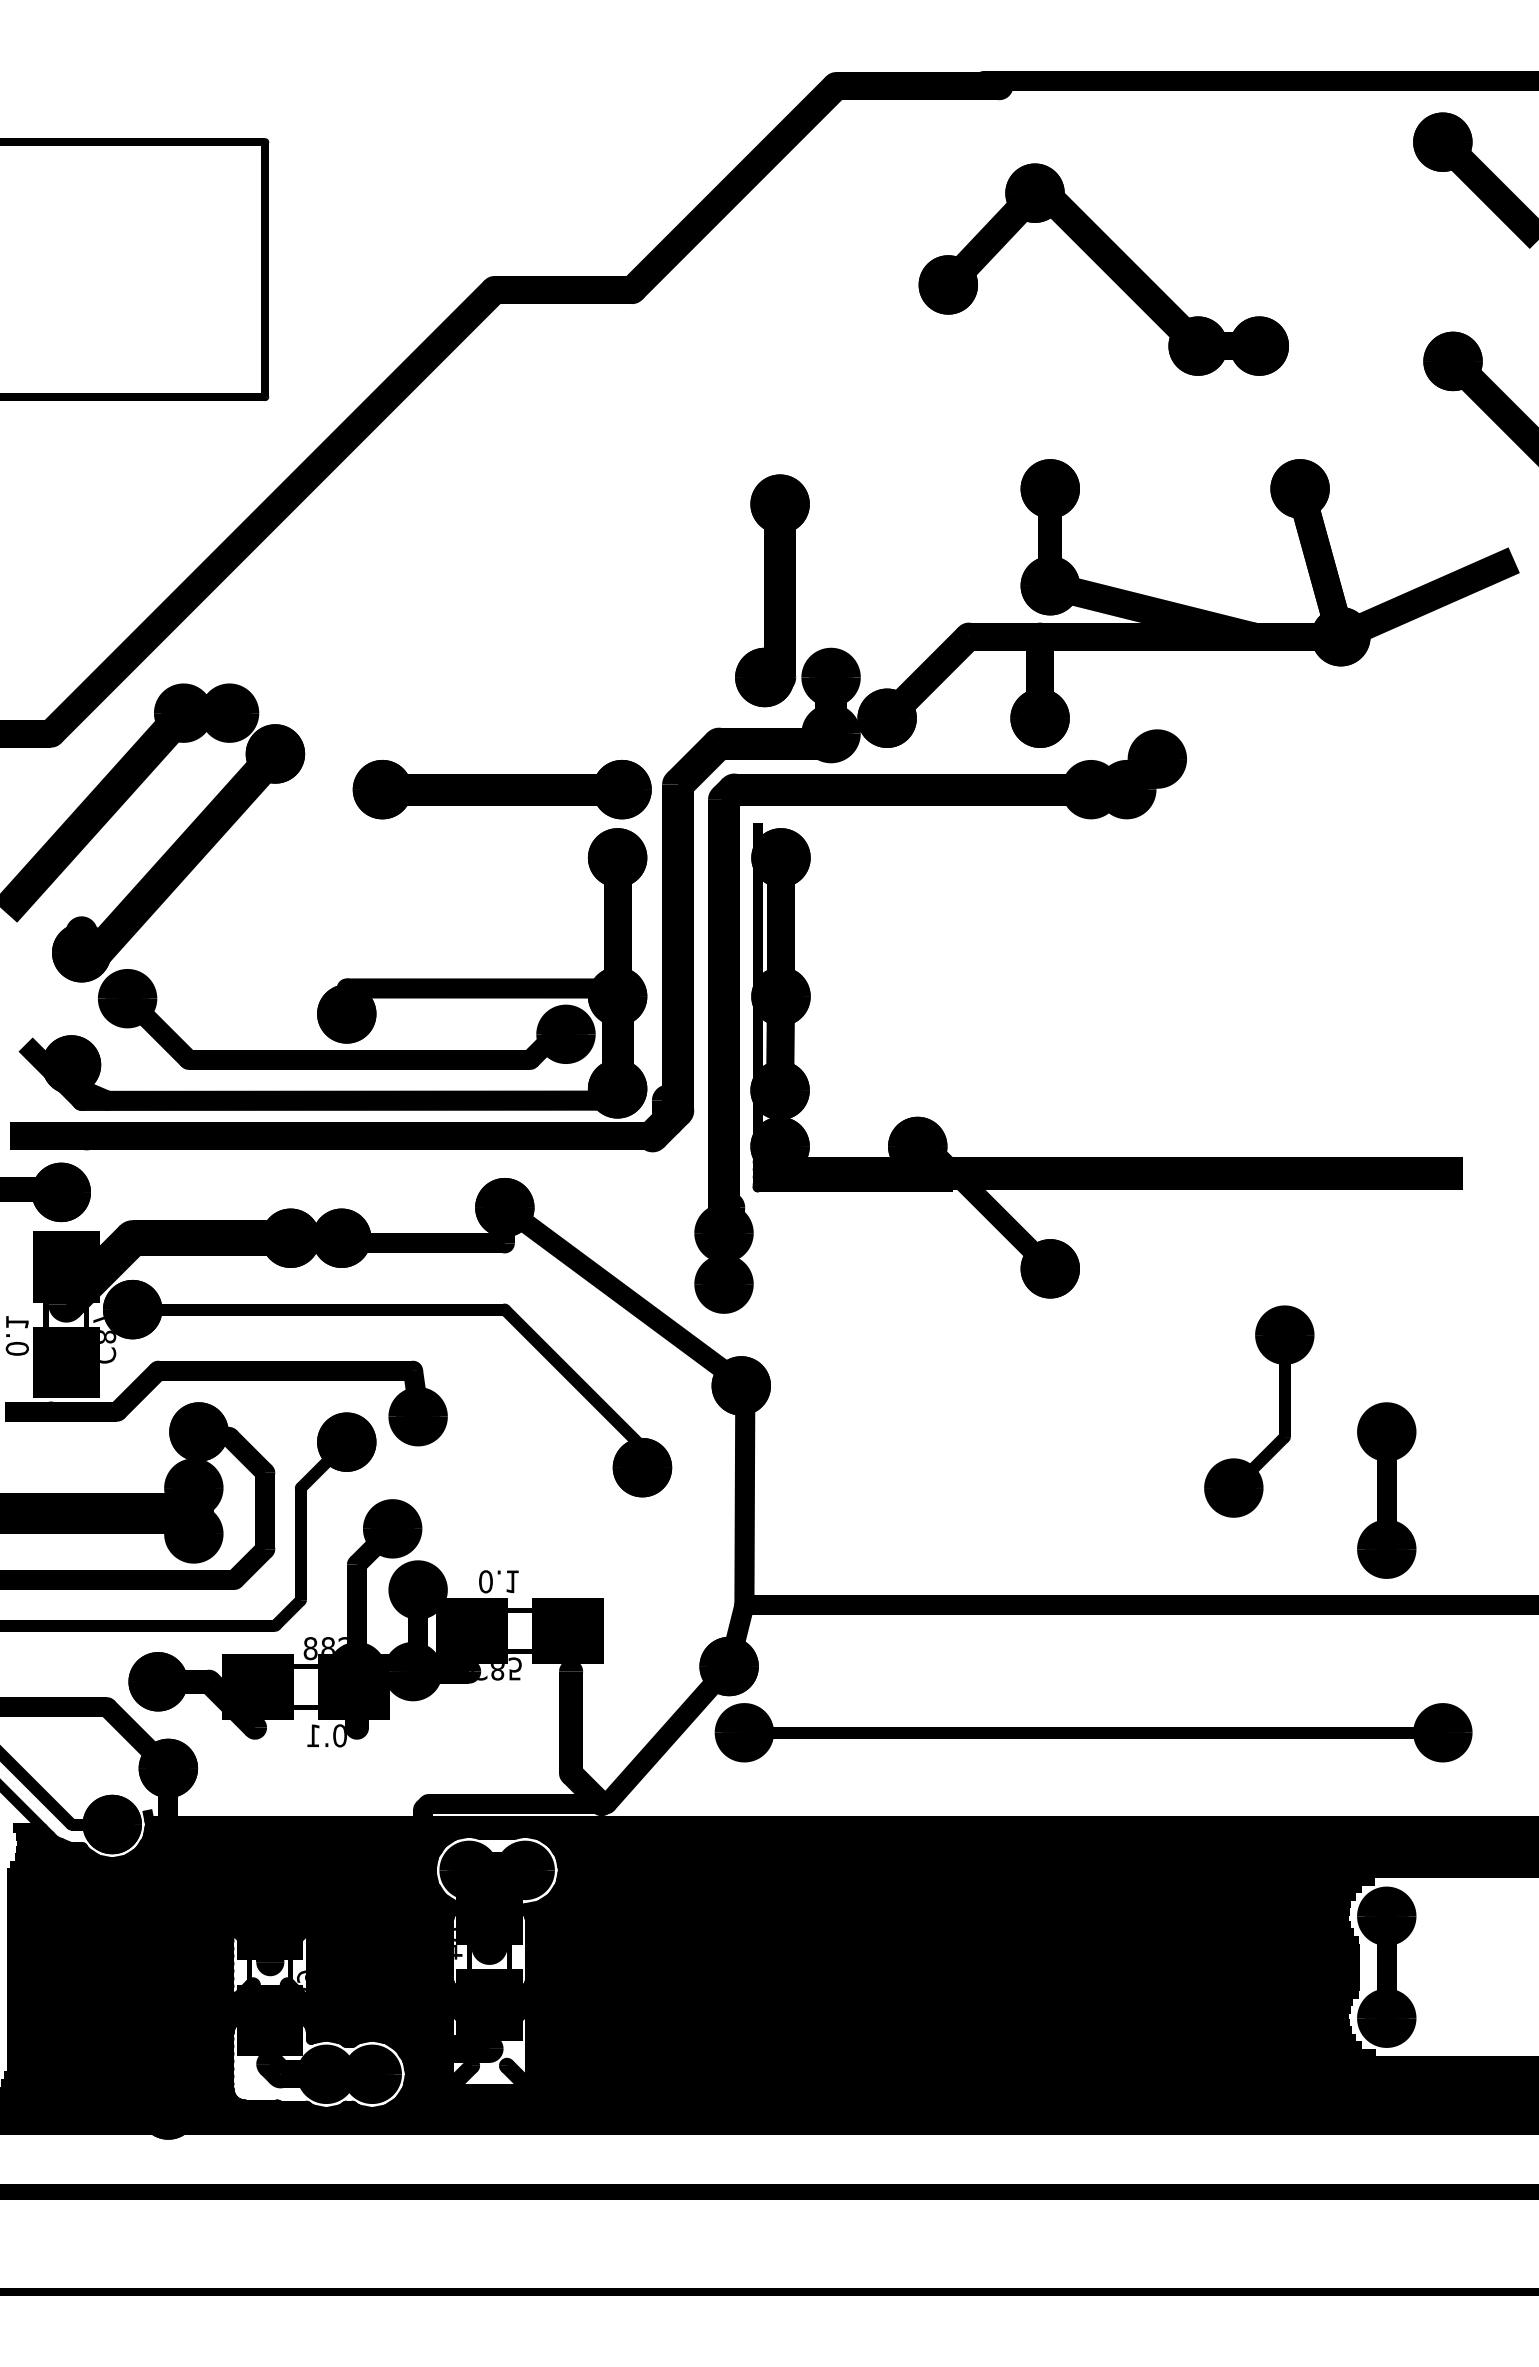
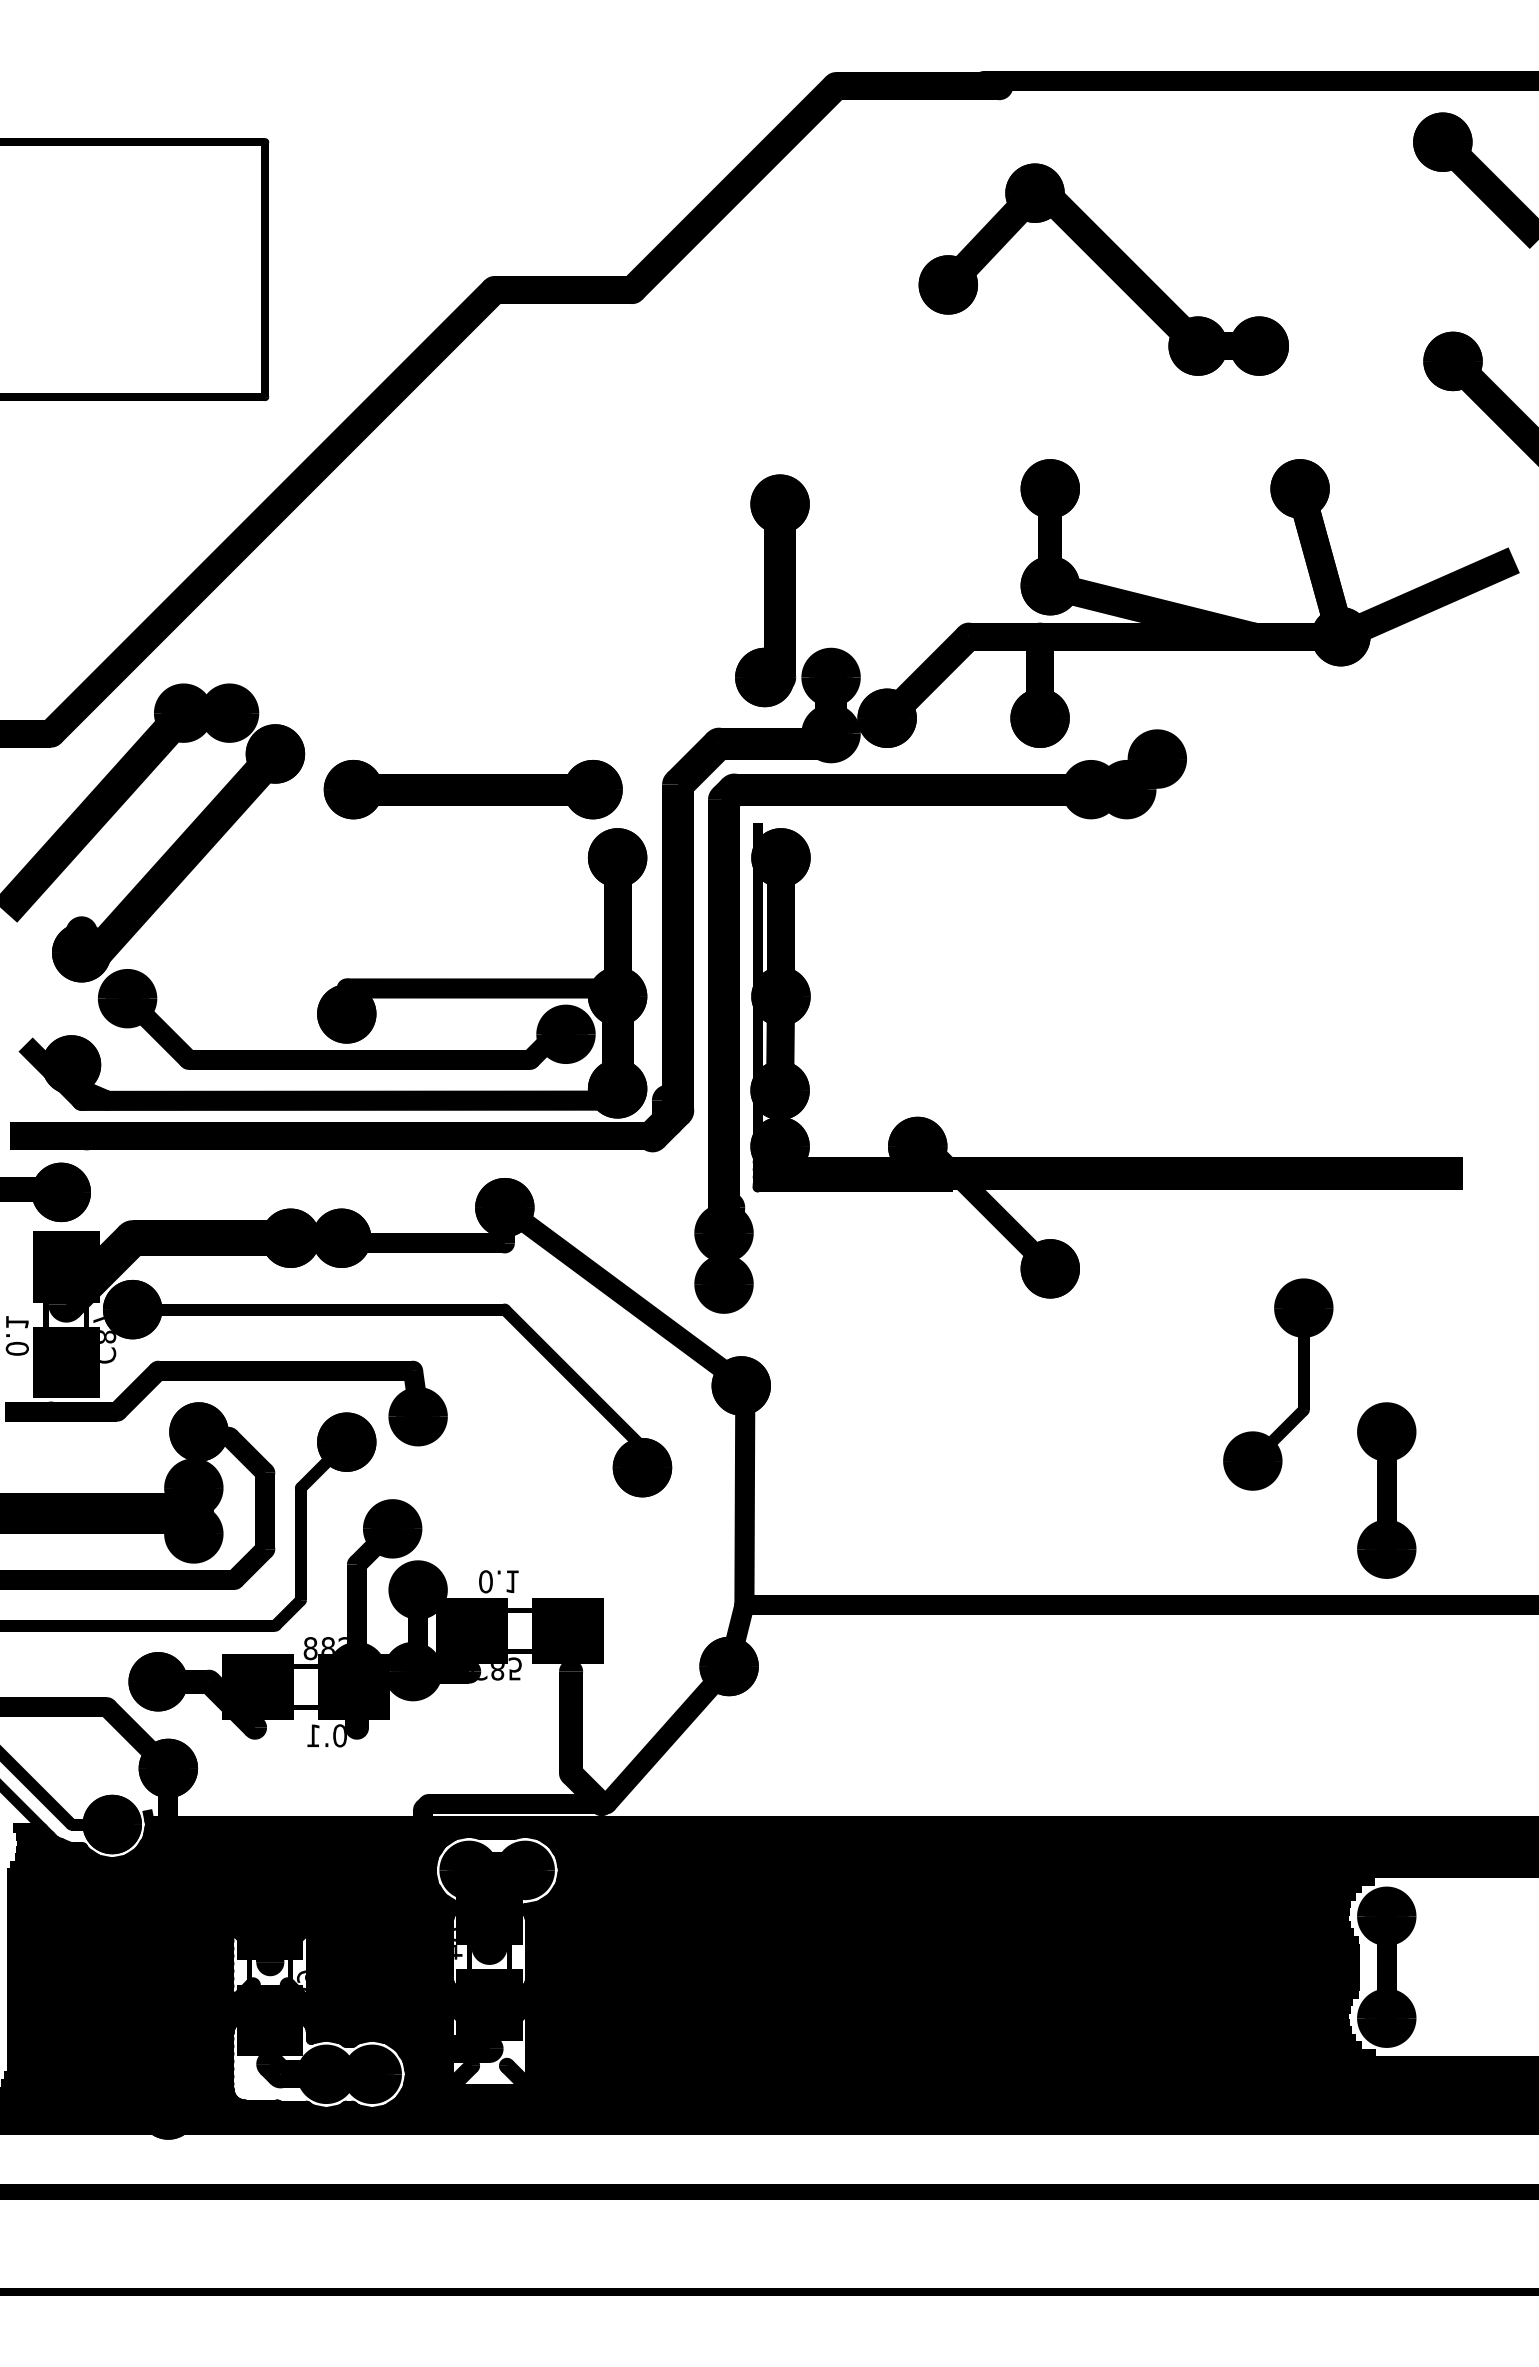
part at (501, 789) position: (501, 789) -> (472, 789)
part at (1279, 1411) position: (1279, 1411) -> (1298, 1384)
part at (1093, 1732): present -> none
